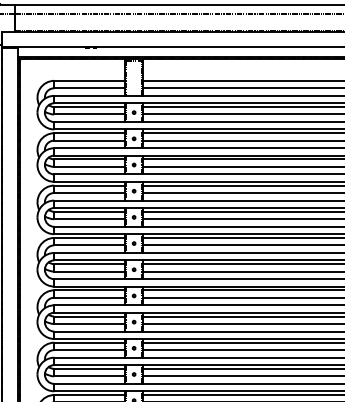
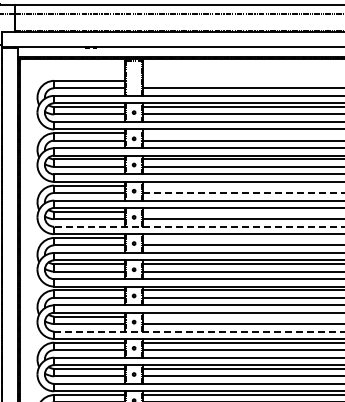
line at (242, 80): present -> none
line at (242, 133): present -> none
line at (242, 185): present -> none
line at (244, 193): solid -> dashed
line at (242, 211): present -> none
line at (199, 226): solid -> dashed
line at (242, 237): present -> none
line at (242, 316): present -> none
line at (199, 331): solid -> dashed
